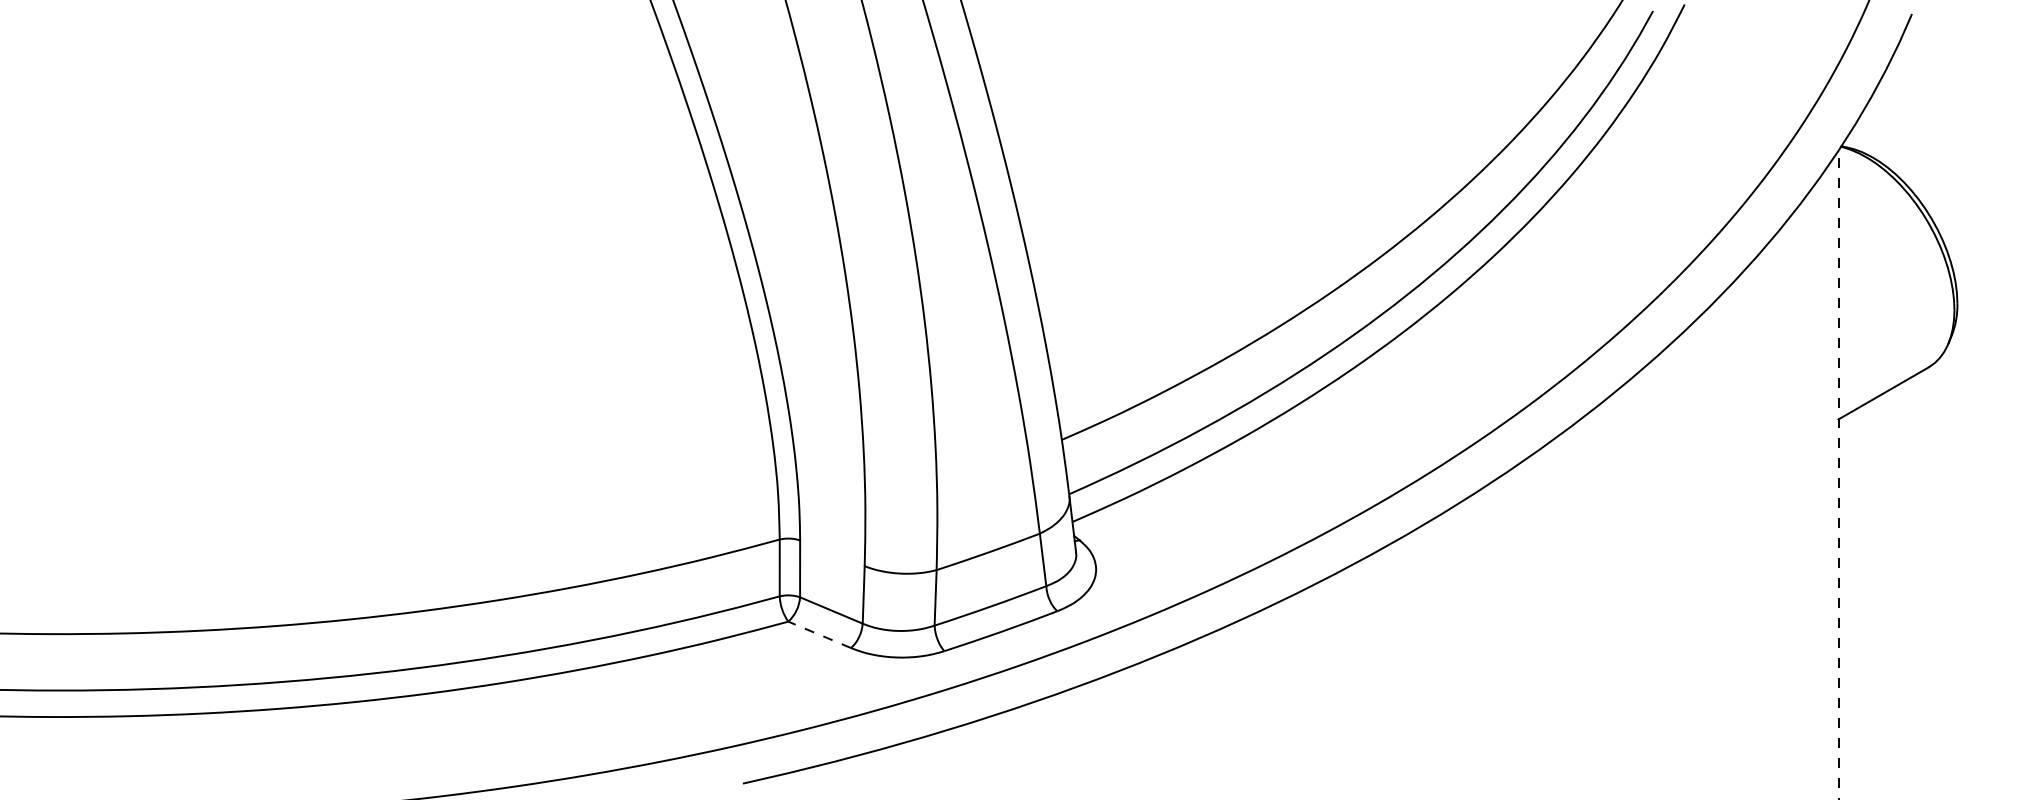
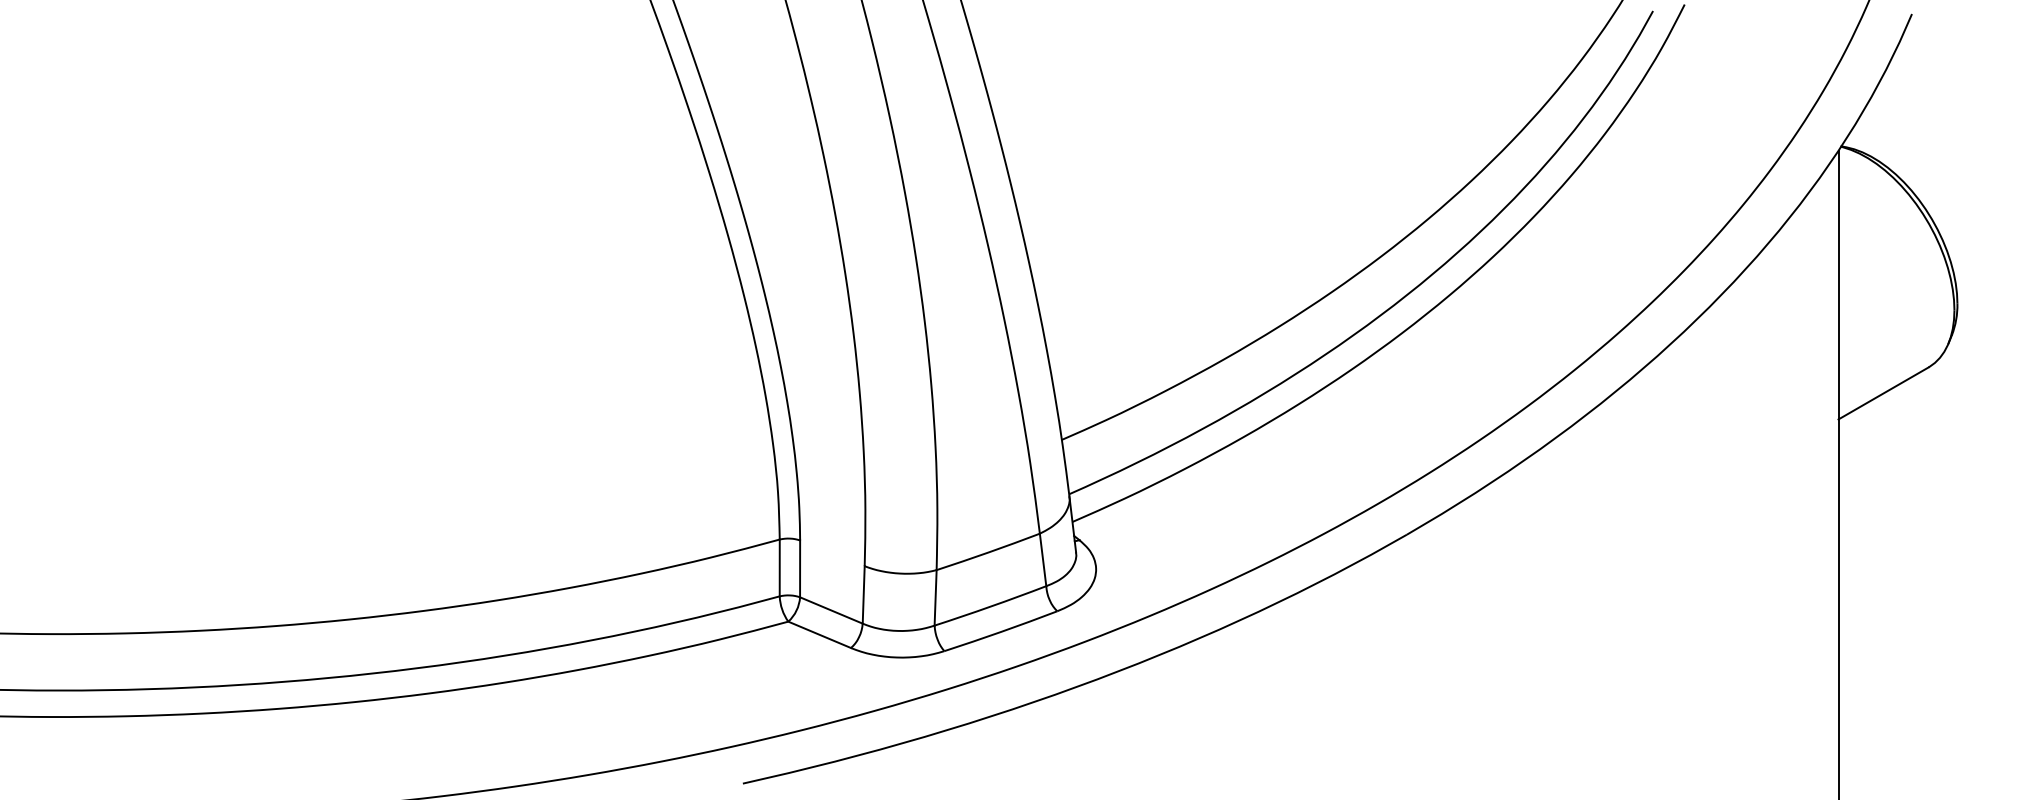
line at (1838, 474): dashed -> solid
line at (819, 634): dashed -> solid
